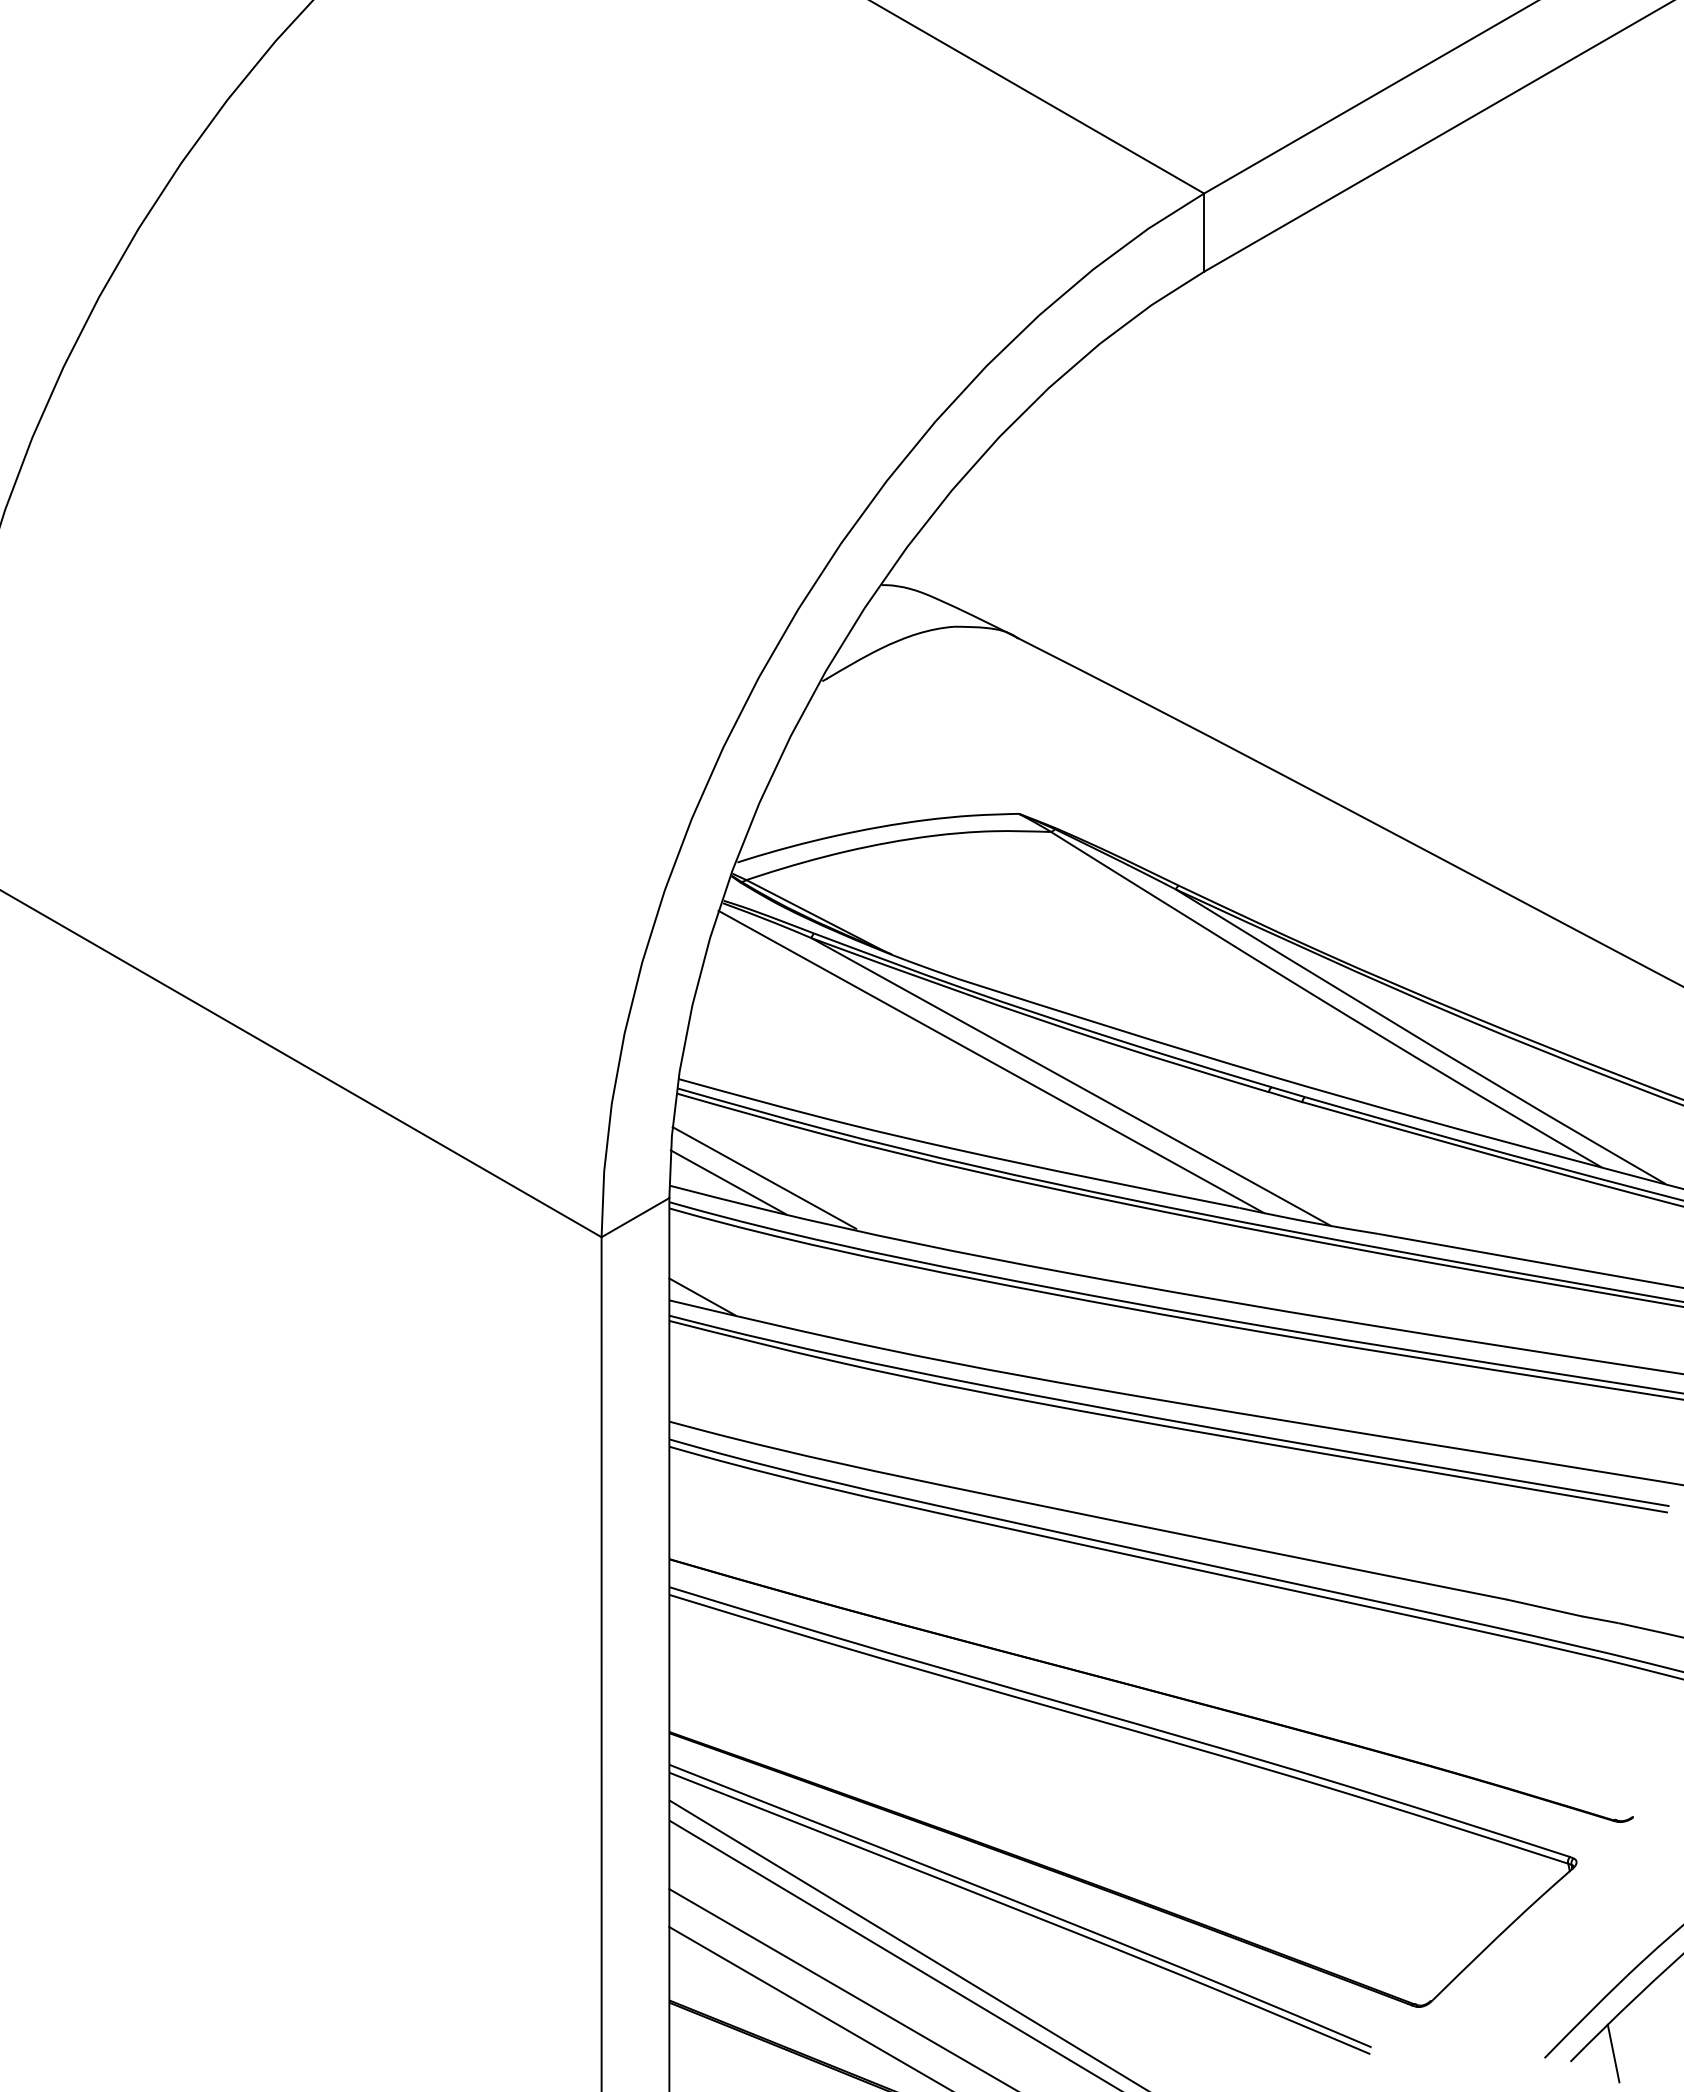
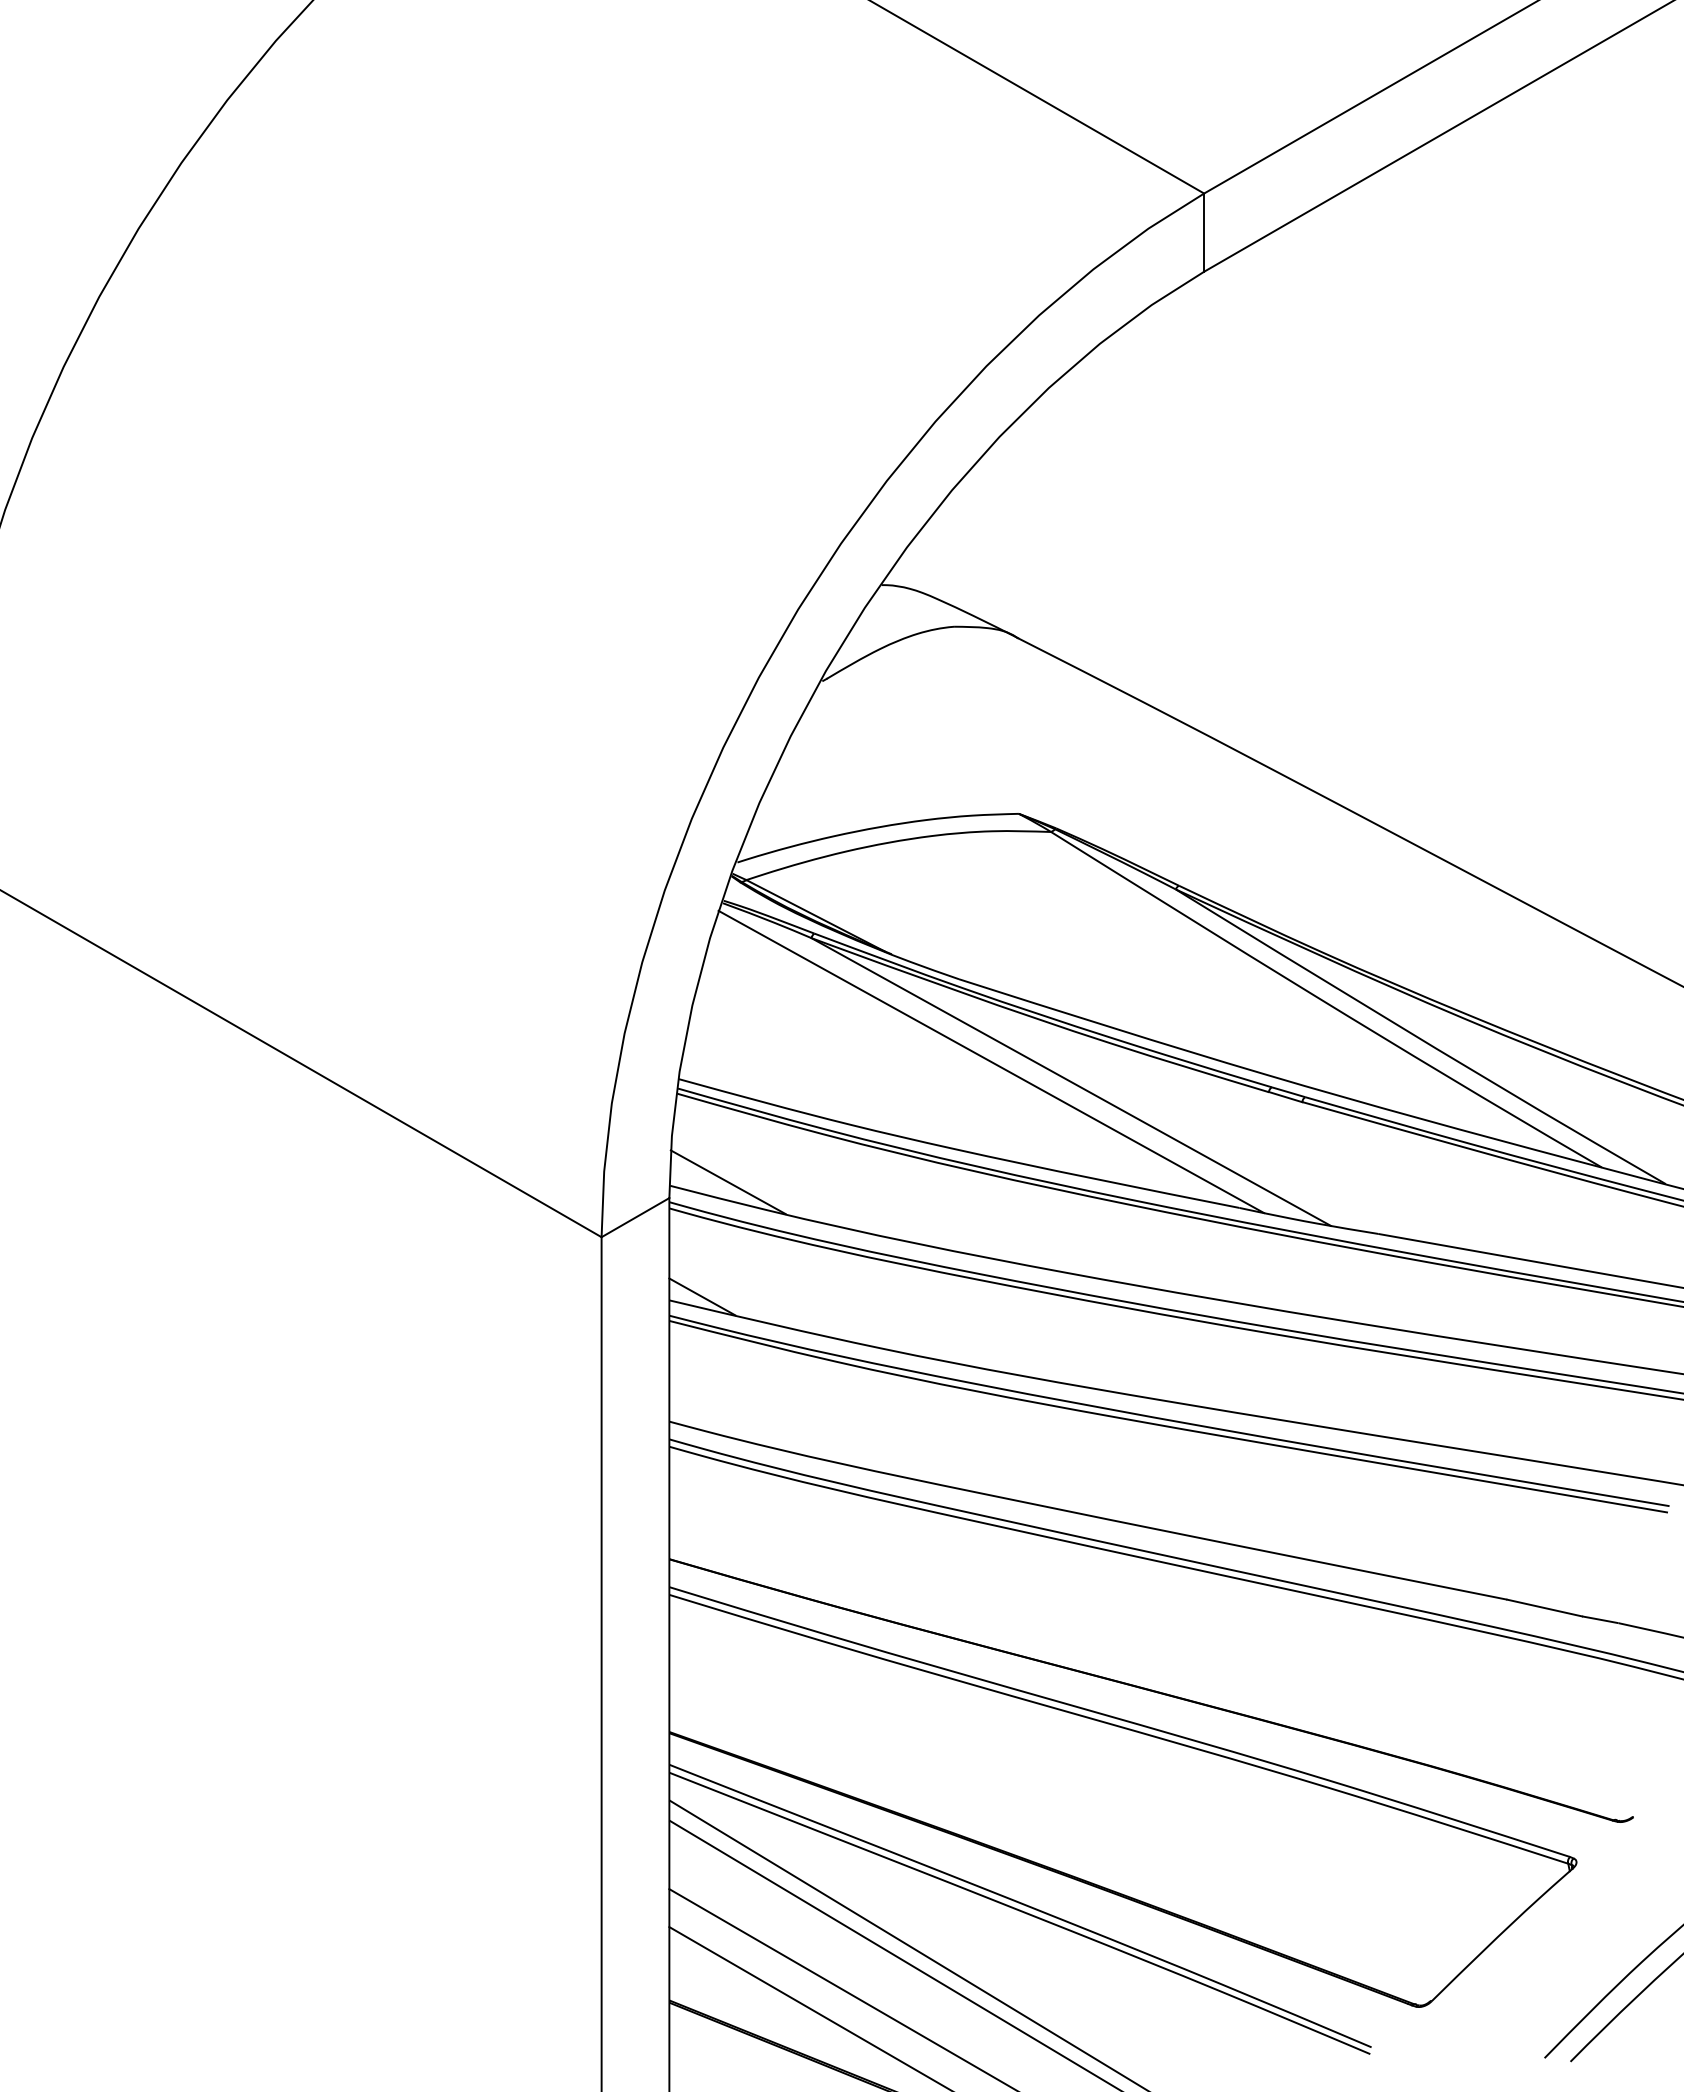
line at (764, 1177): present -> none
line at (1613, 2053): present -> none
